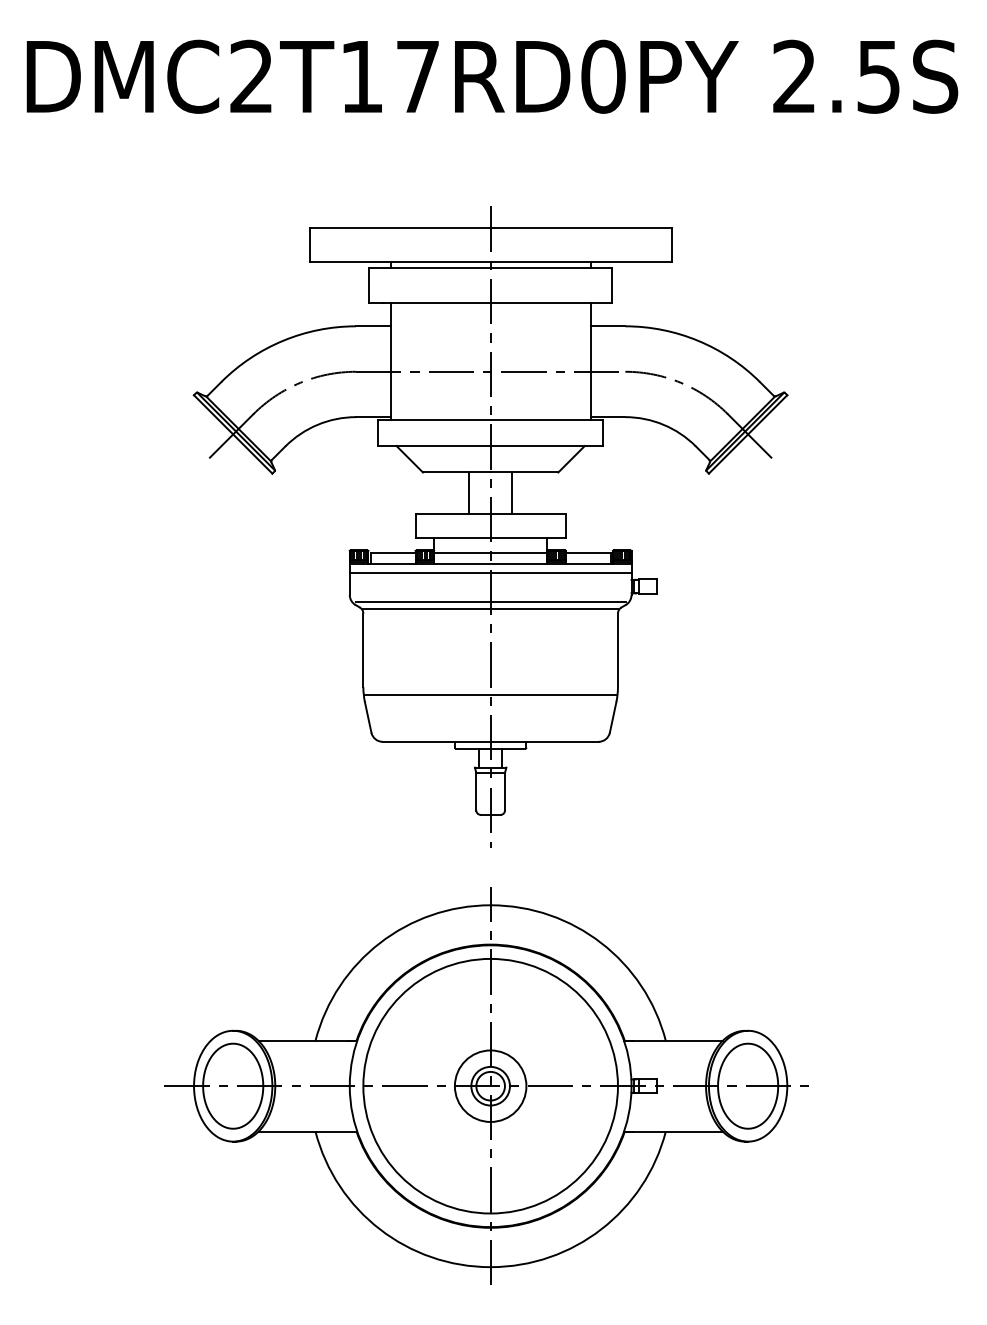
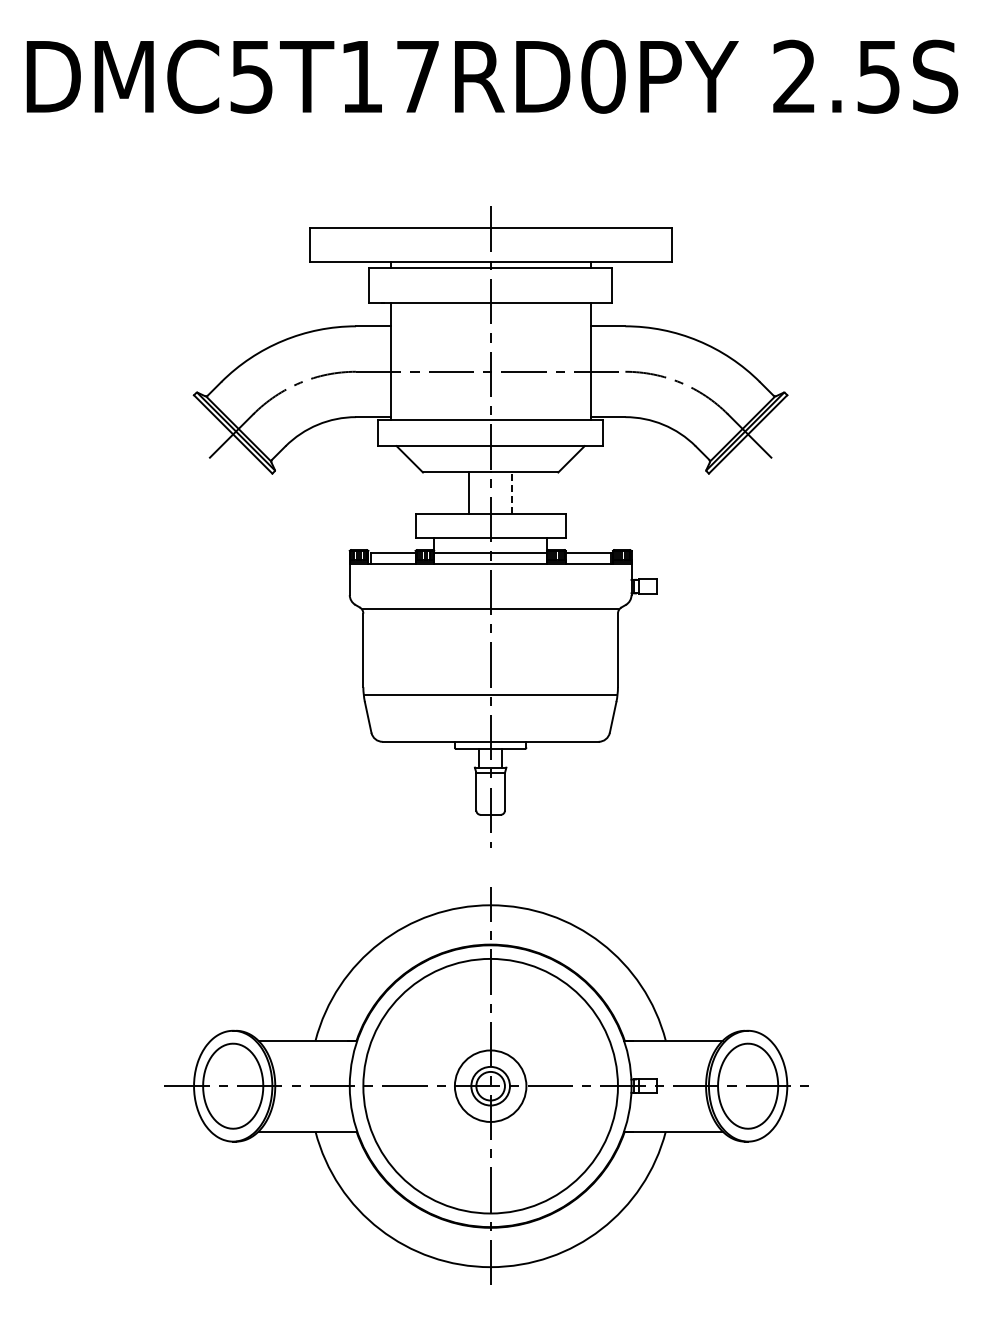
text at (251, 76): DMC2T17RD0PY -> DMC5T17RD0PY
line at (512, 493): solid -> dashed
line at (490, 573): present -> none
line at (490, 601): present -> none
